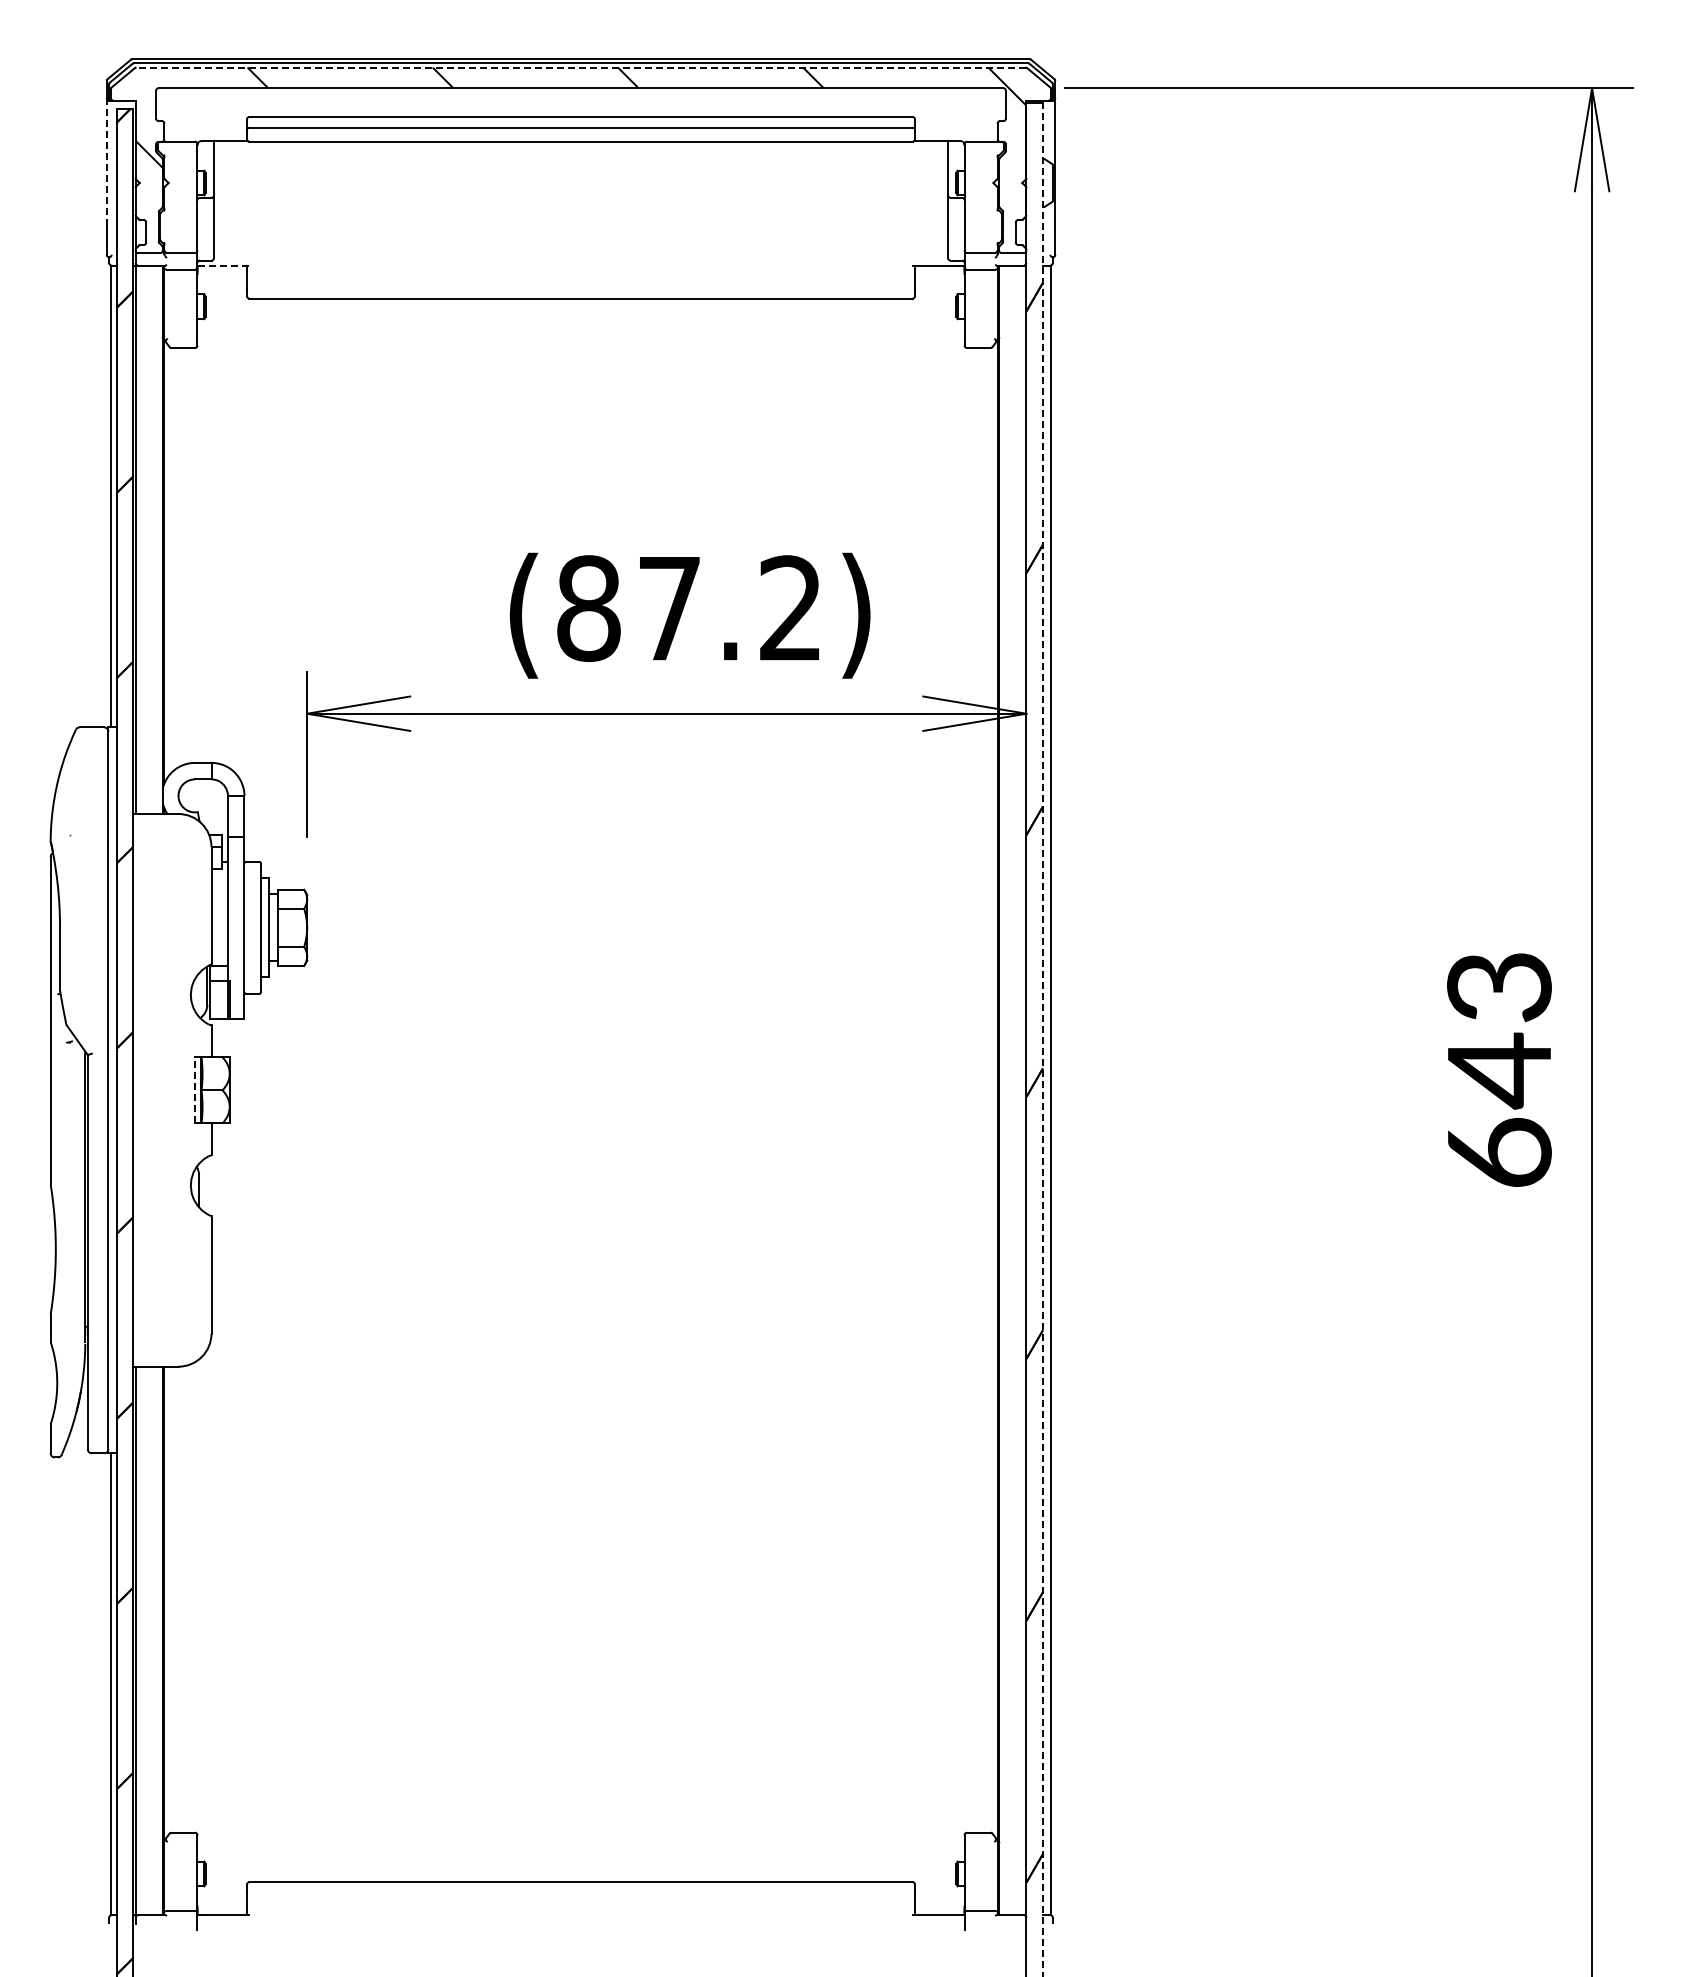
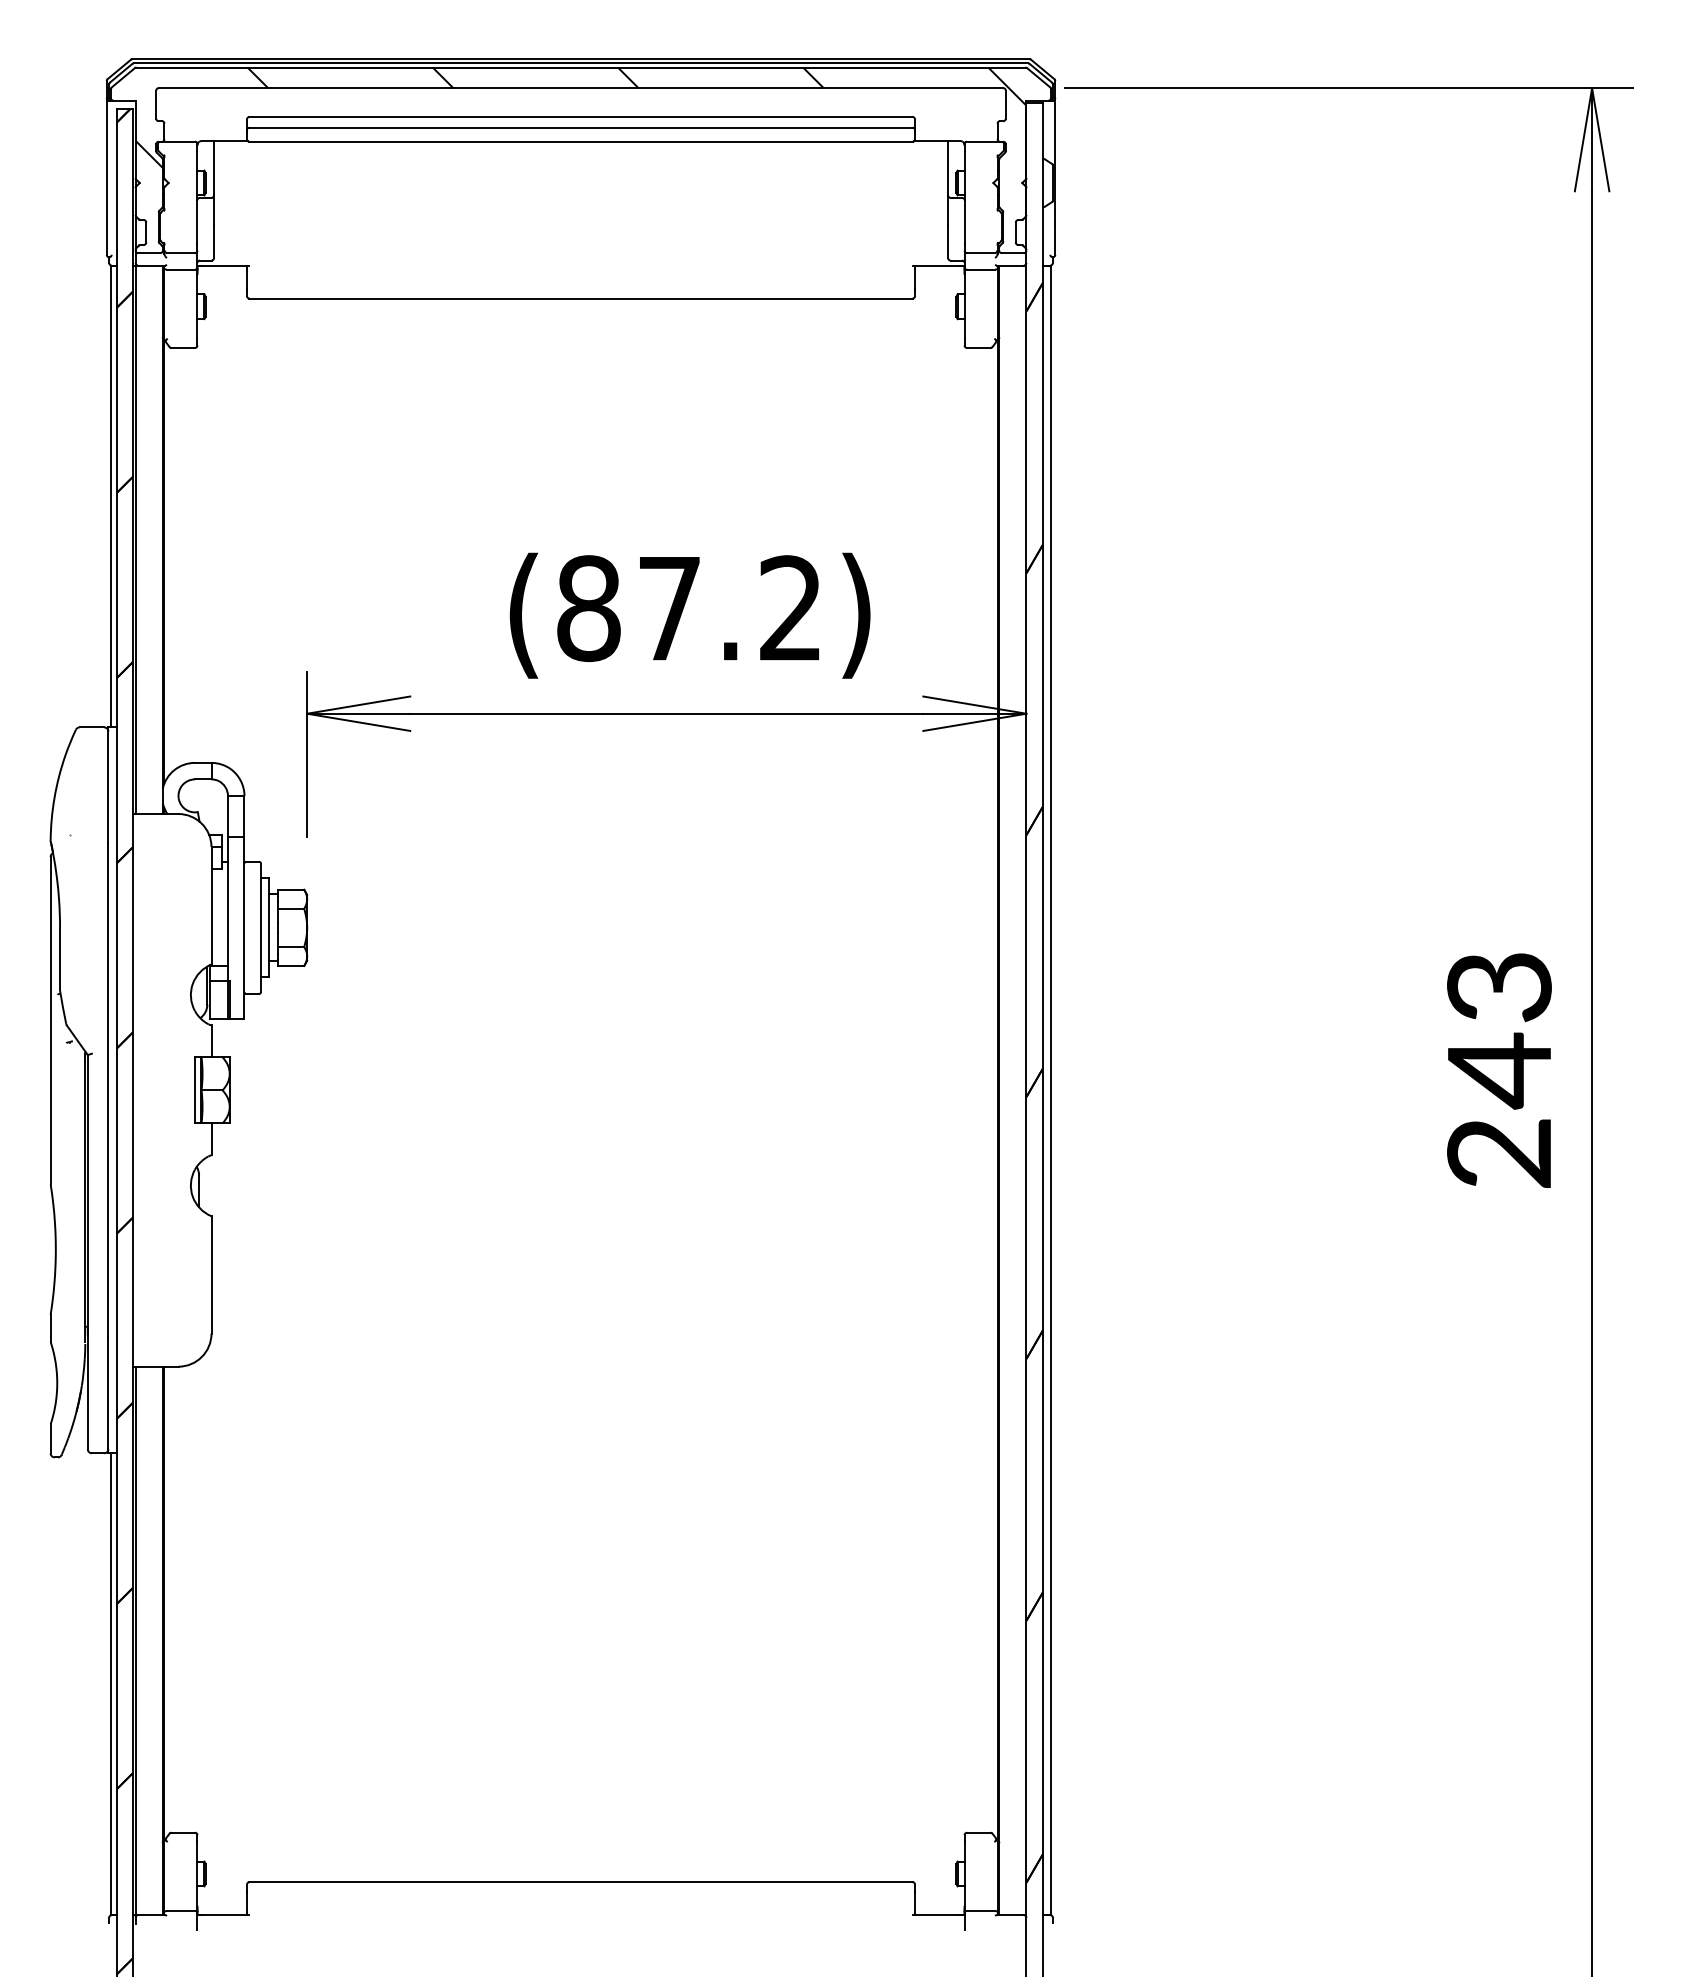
line at (581, 67): dashed -> solid
line at (106, 161): dashed -> solid
line at (225, 265): dashed -> solid
line at (1042, 1039): dashed -> solid
line at (195, 1090): dashed -> solid
text at (1499, 1152): 643 -> 243
